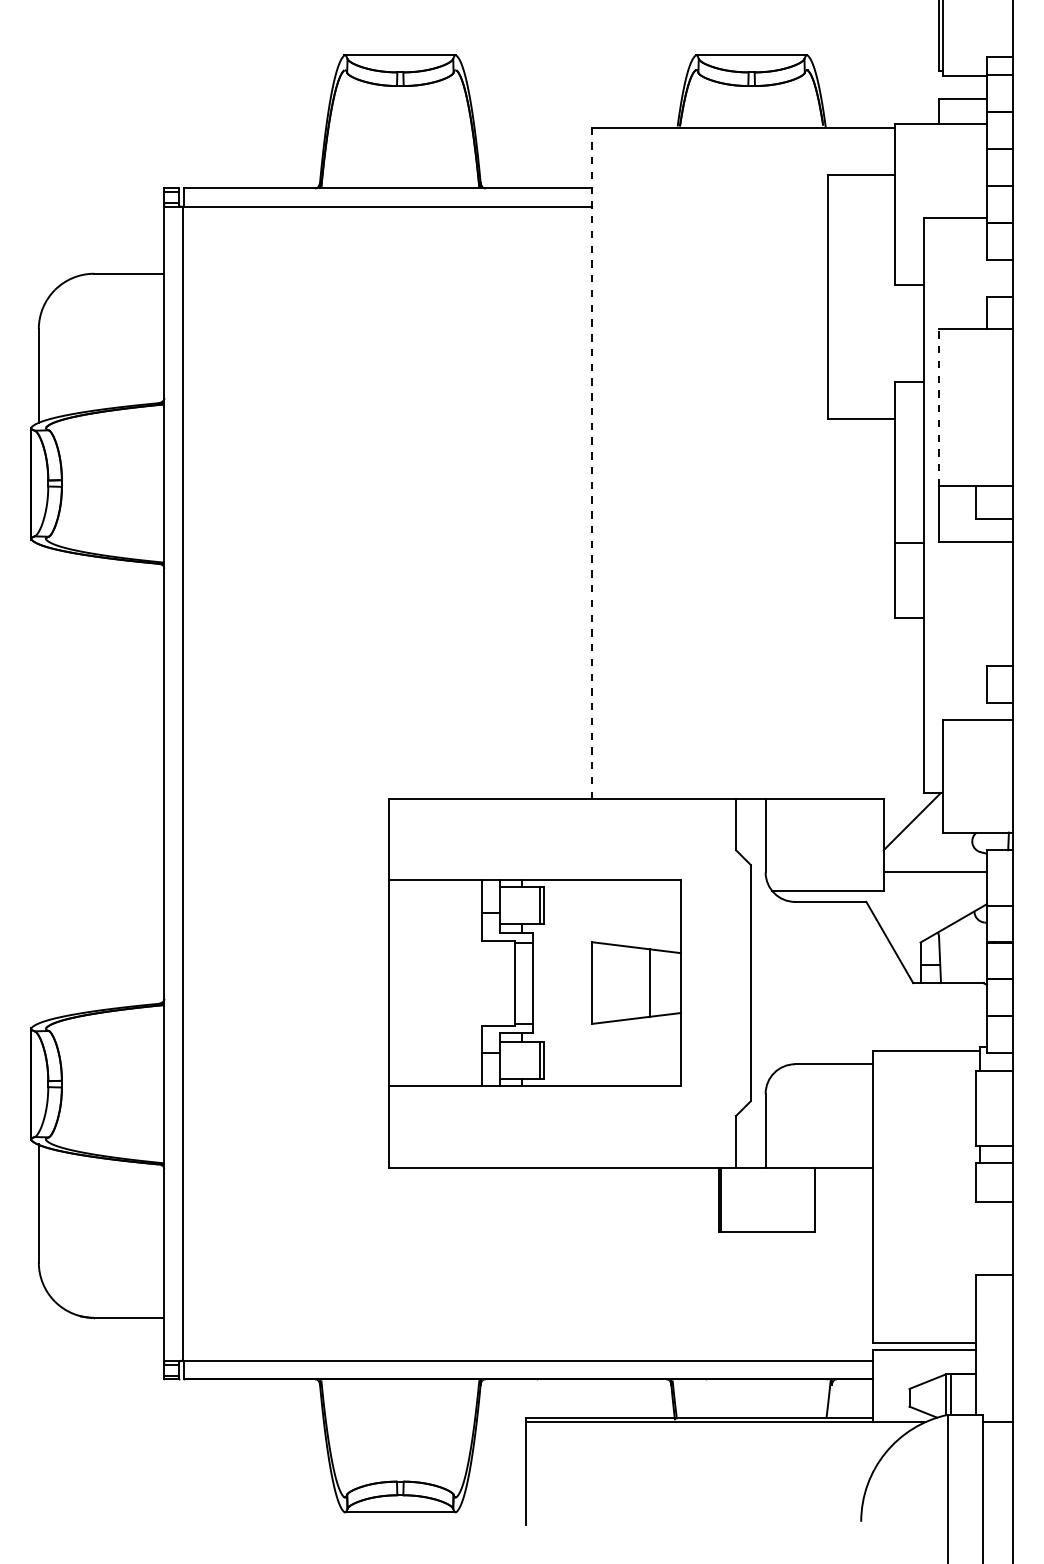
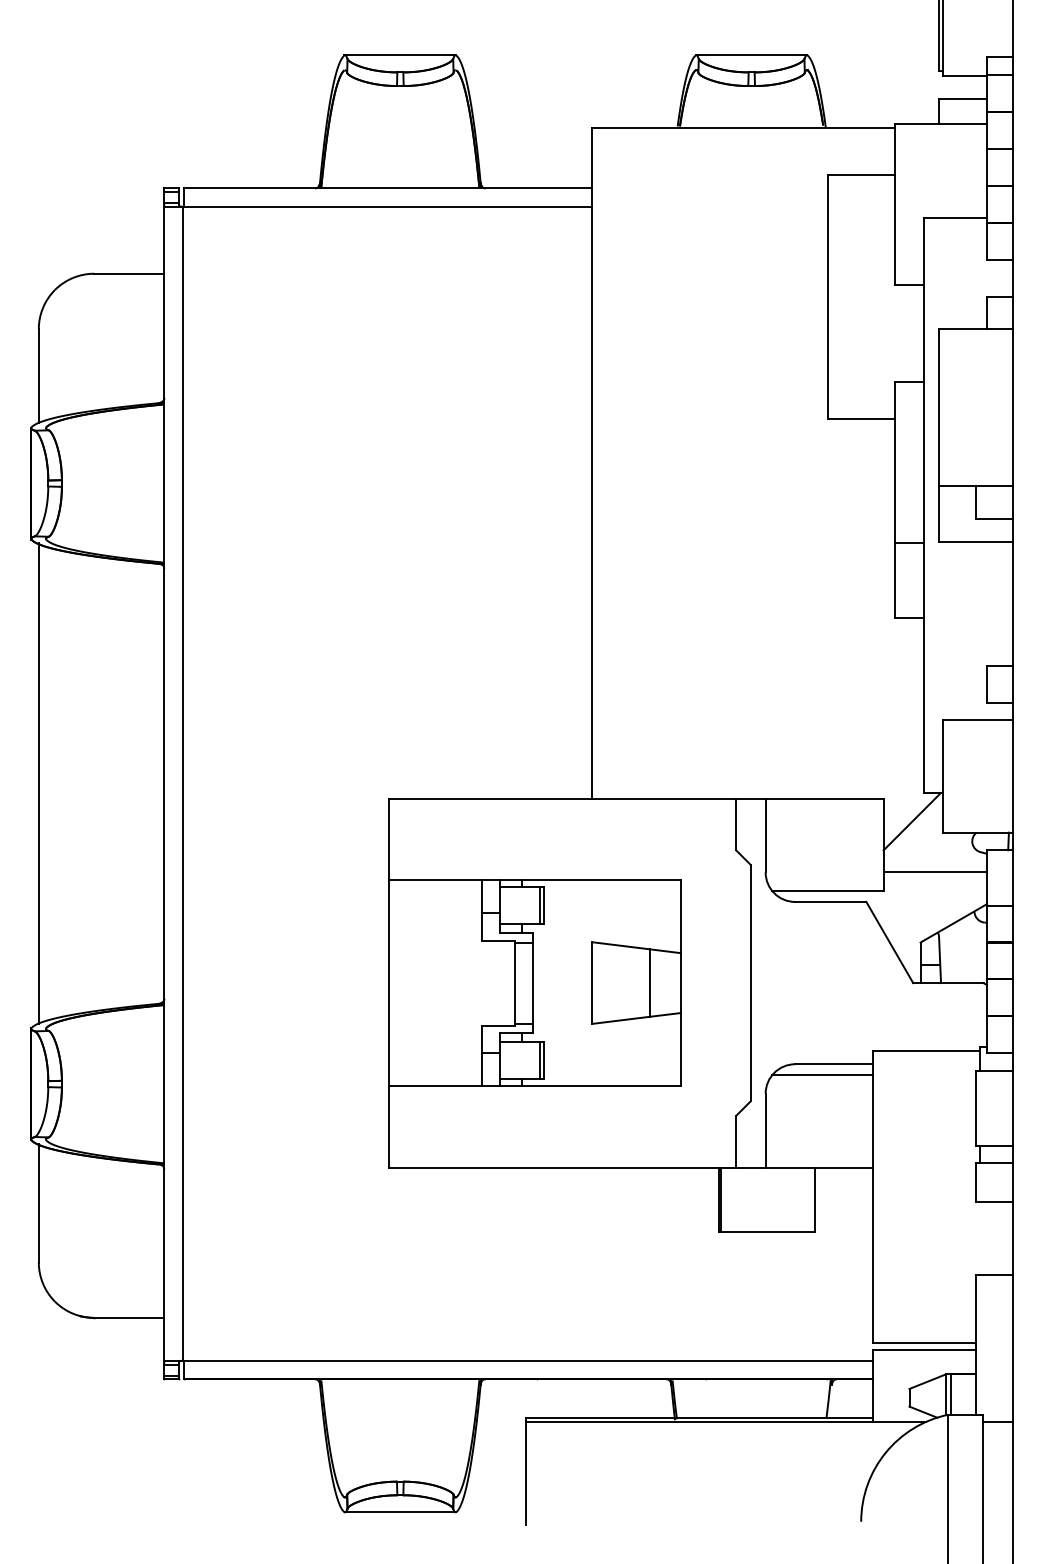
line at (939, 407): dashed -> solid
line at (592, 463): dashed -> solid
line at (38, 783): none -> present
line at (822, 1075): none -> present
